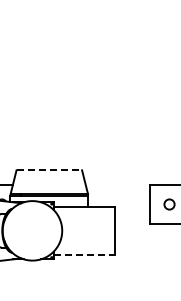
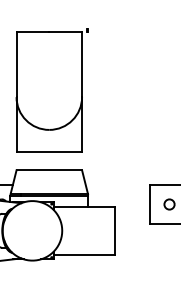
part at (51, 90): none -> present
line at (49, 170): dashed -> solid
line at (84, 255): dashed -> solid
